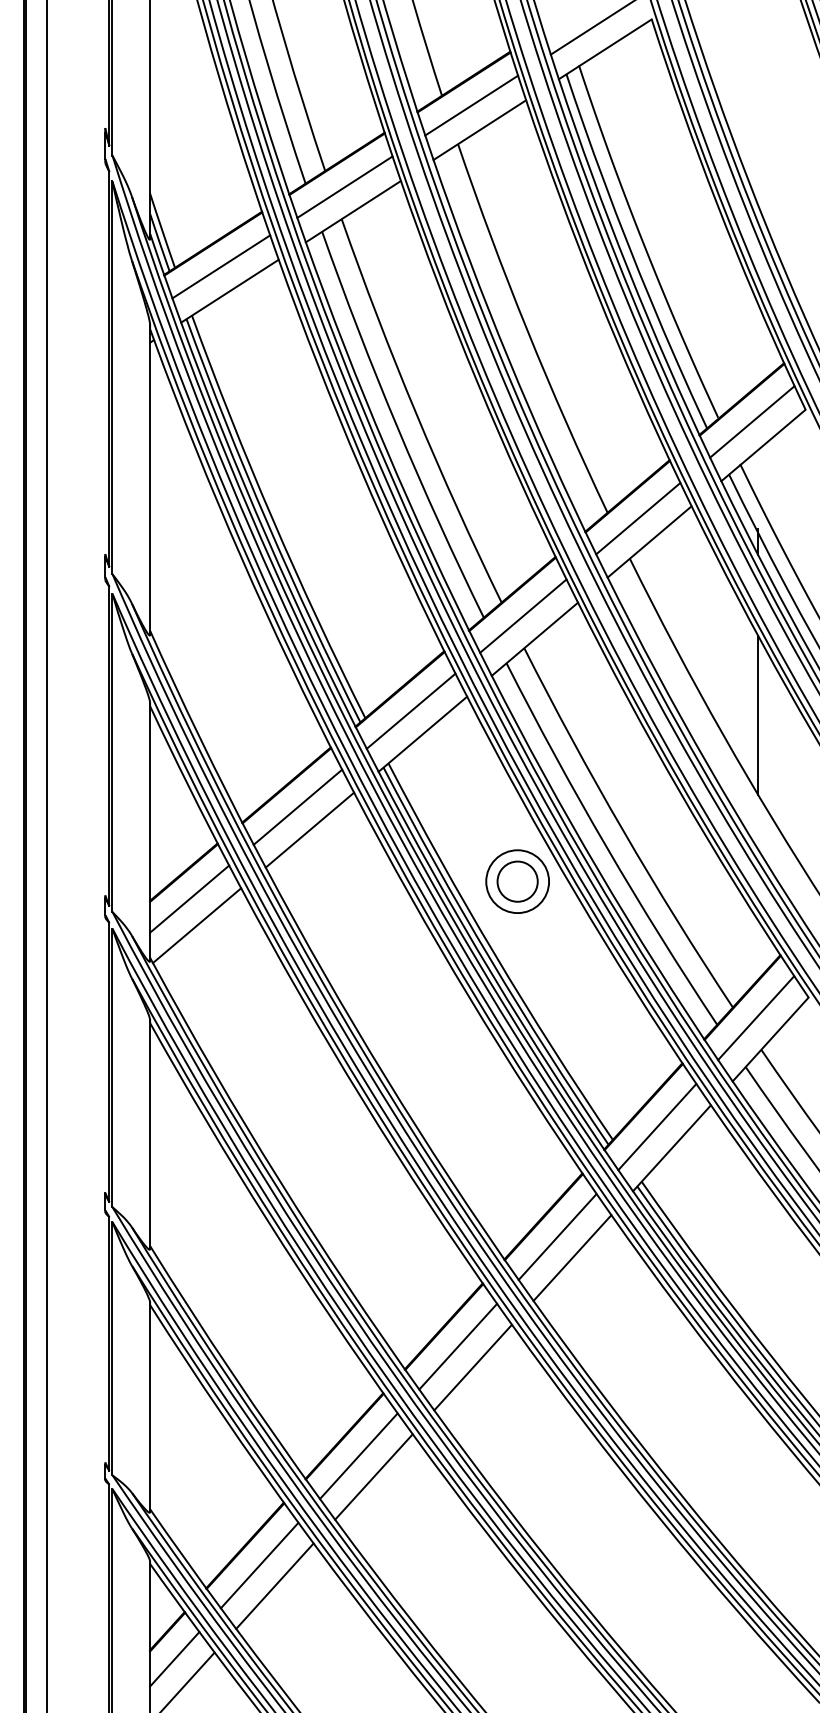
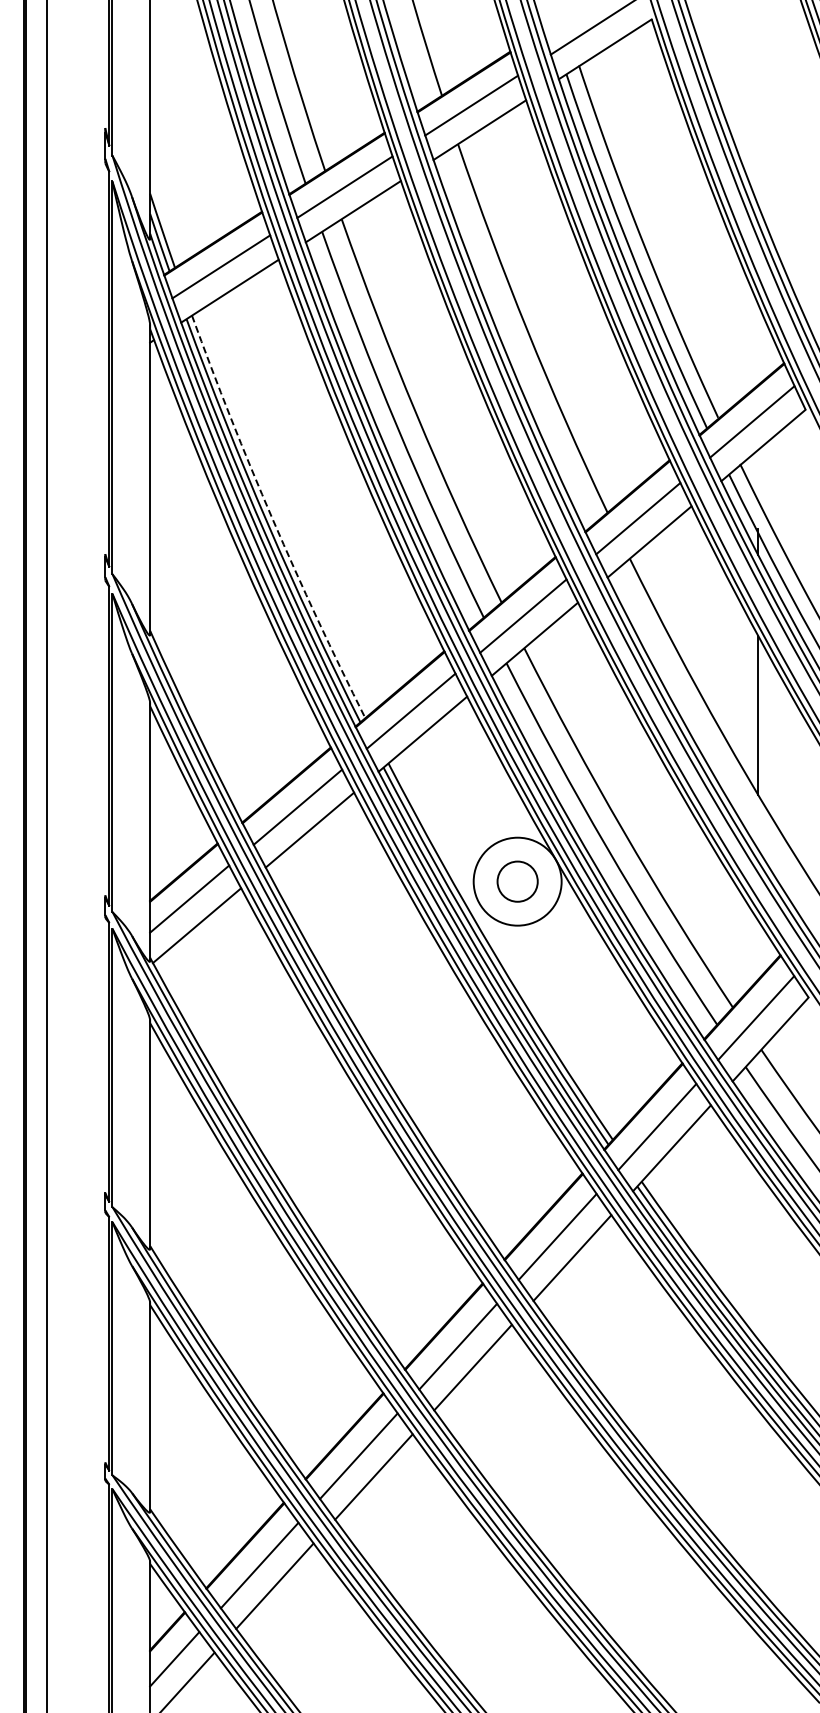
arc at (272, 519): solid -> dashed
circle at (517, 881) diameter: 63 px -> 88 px
